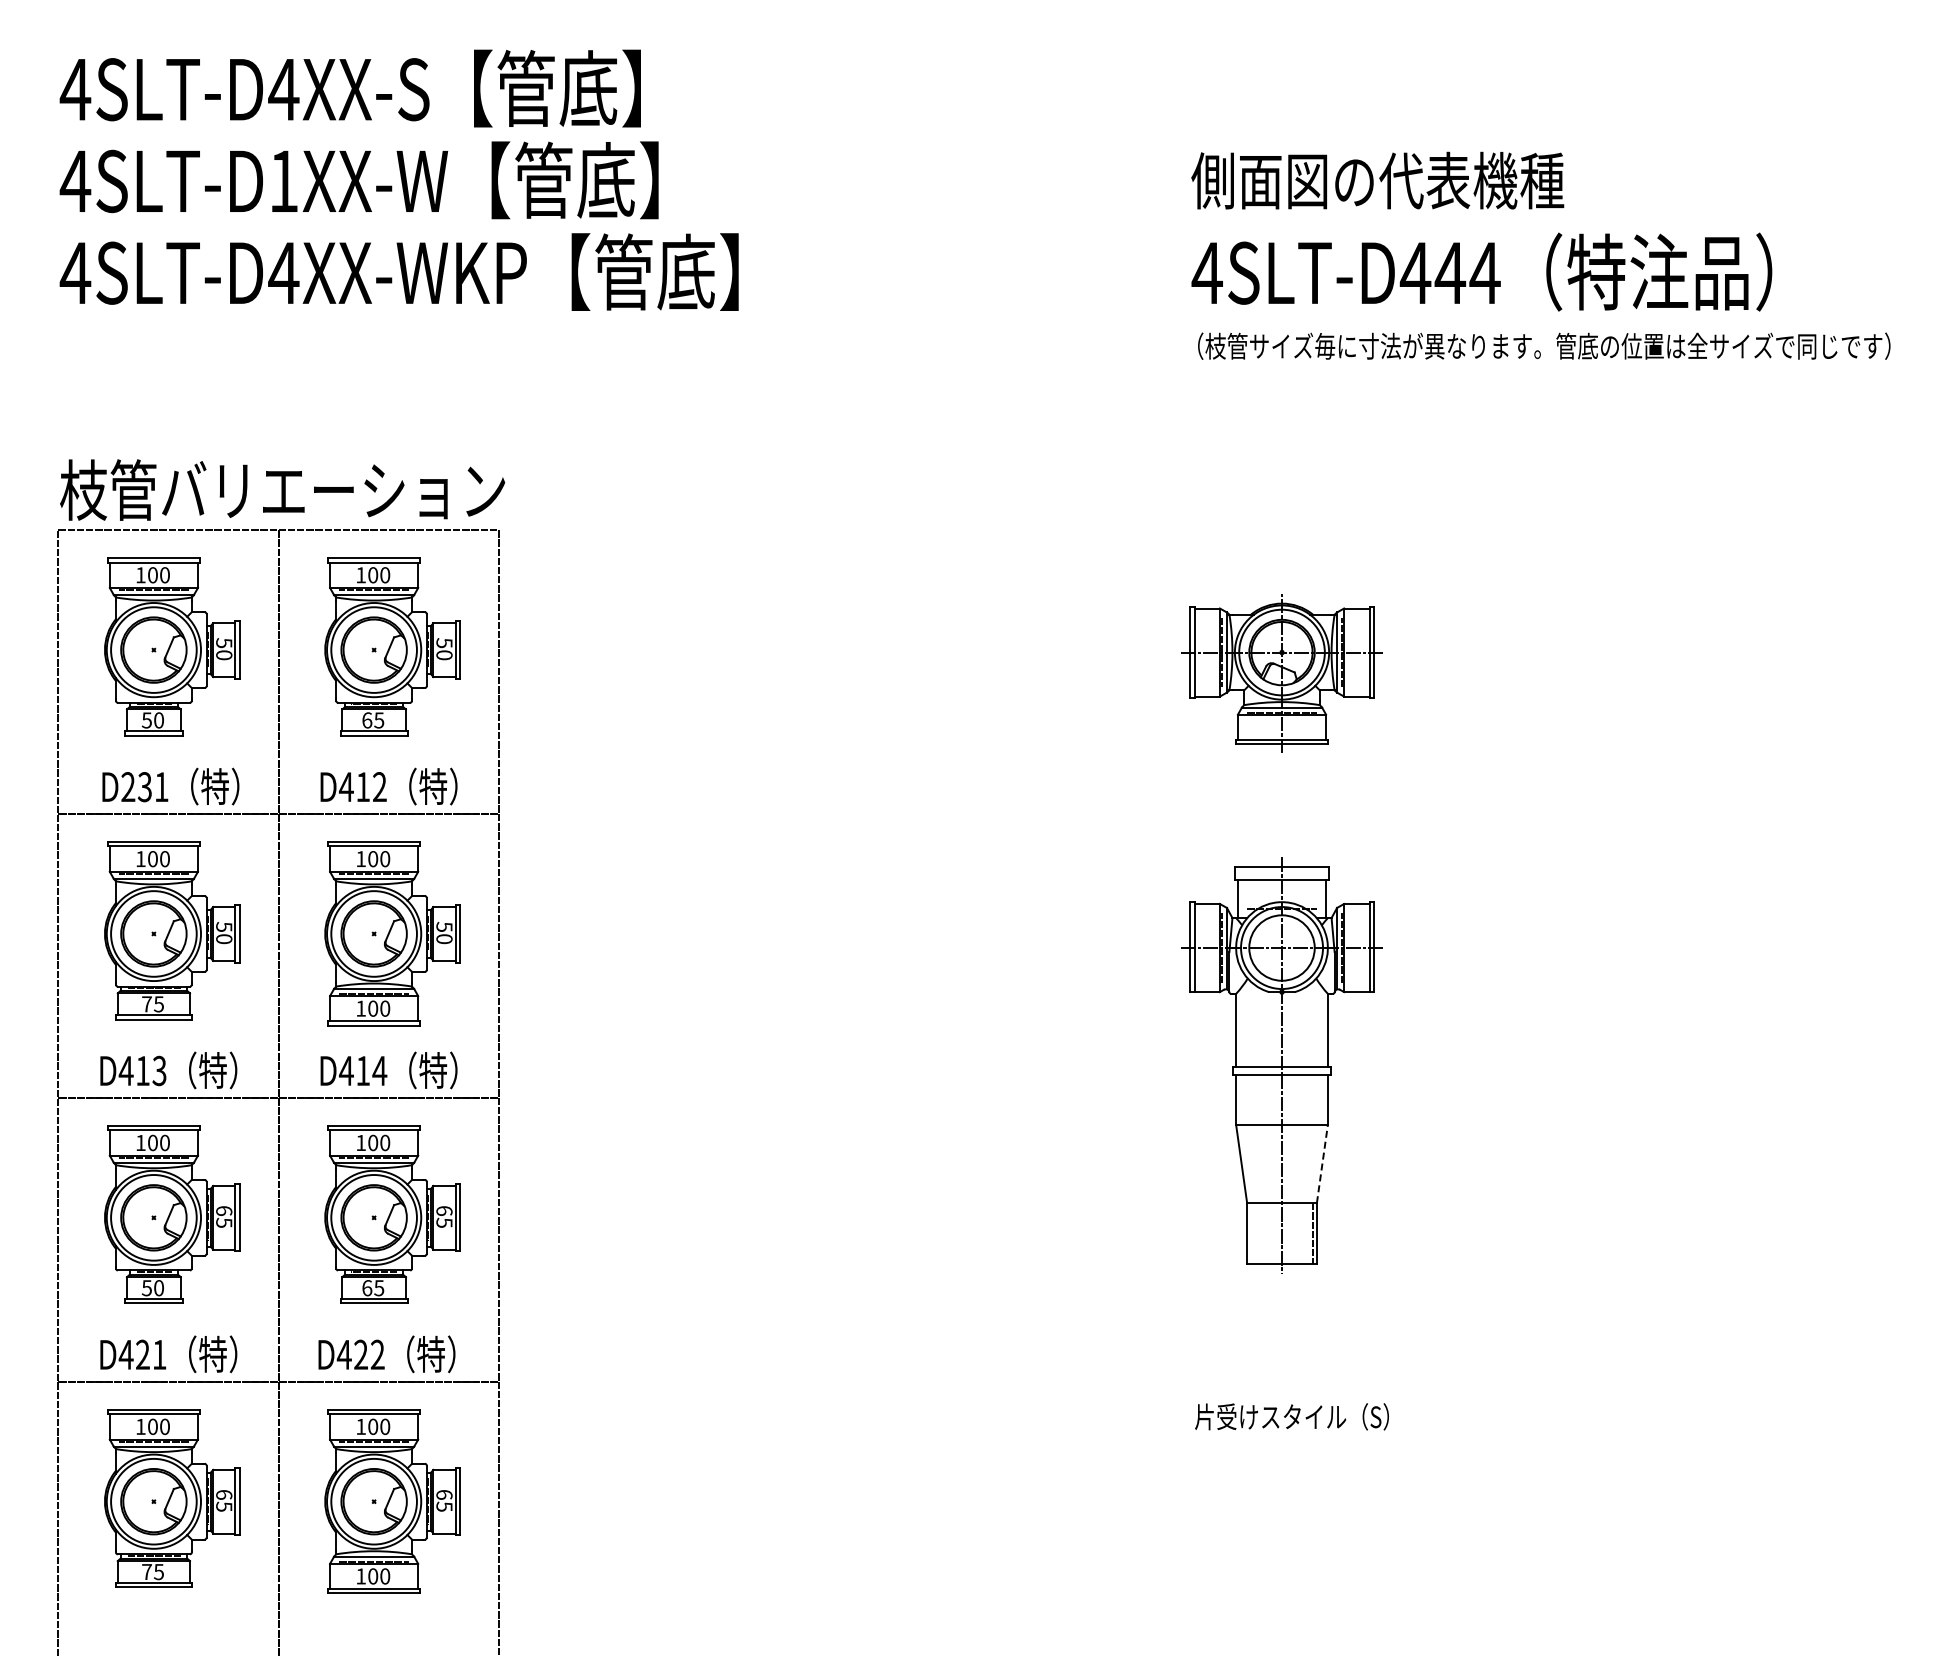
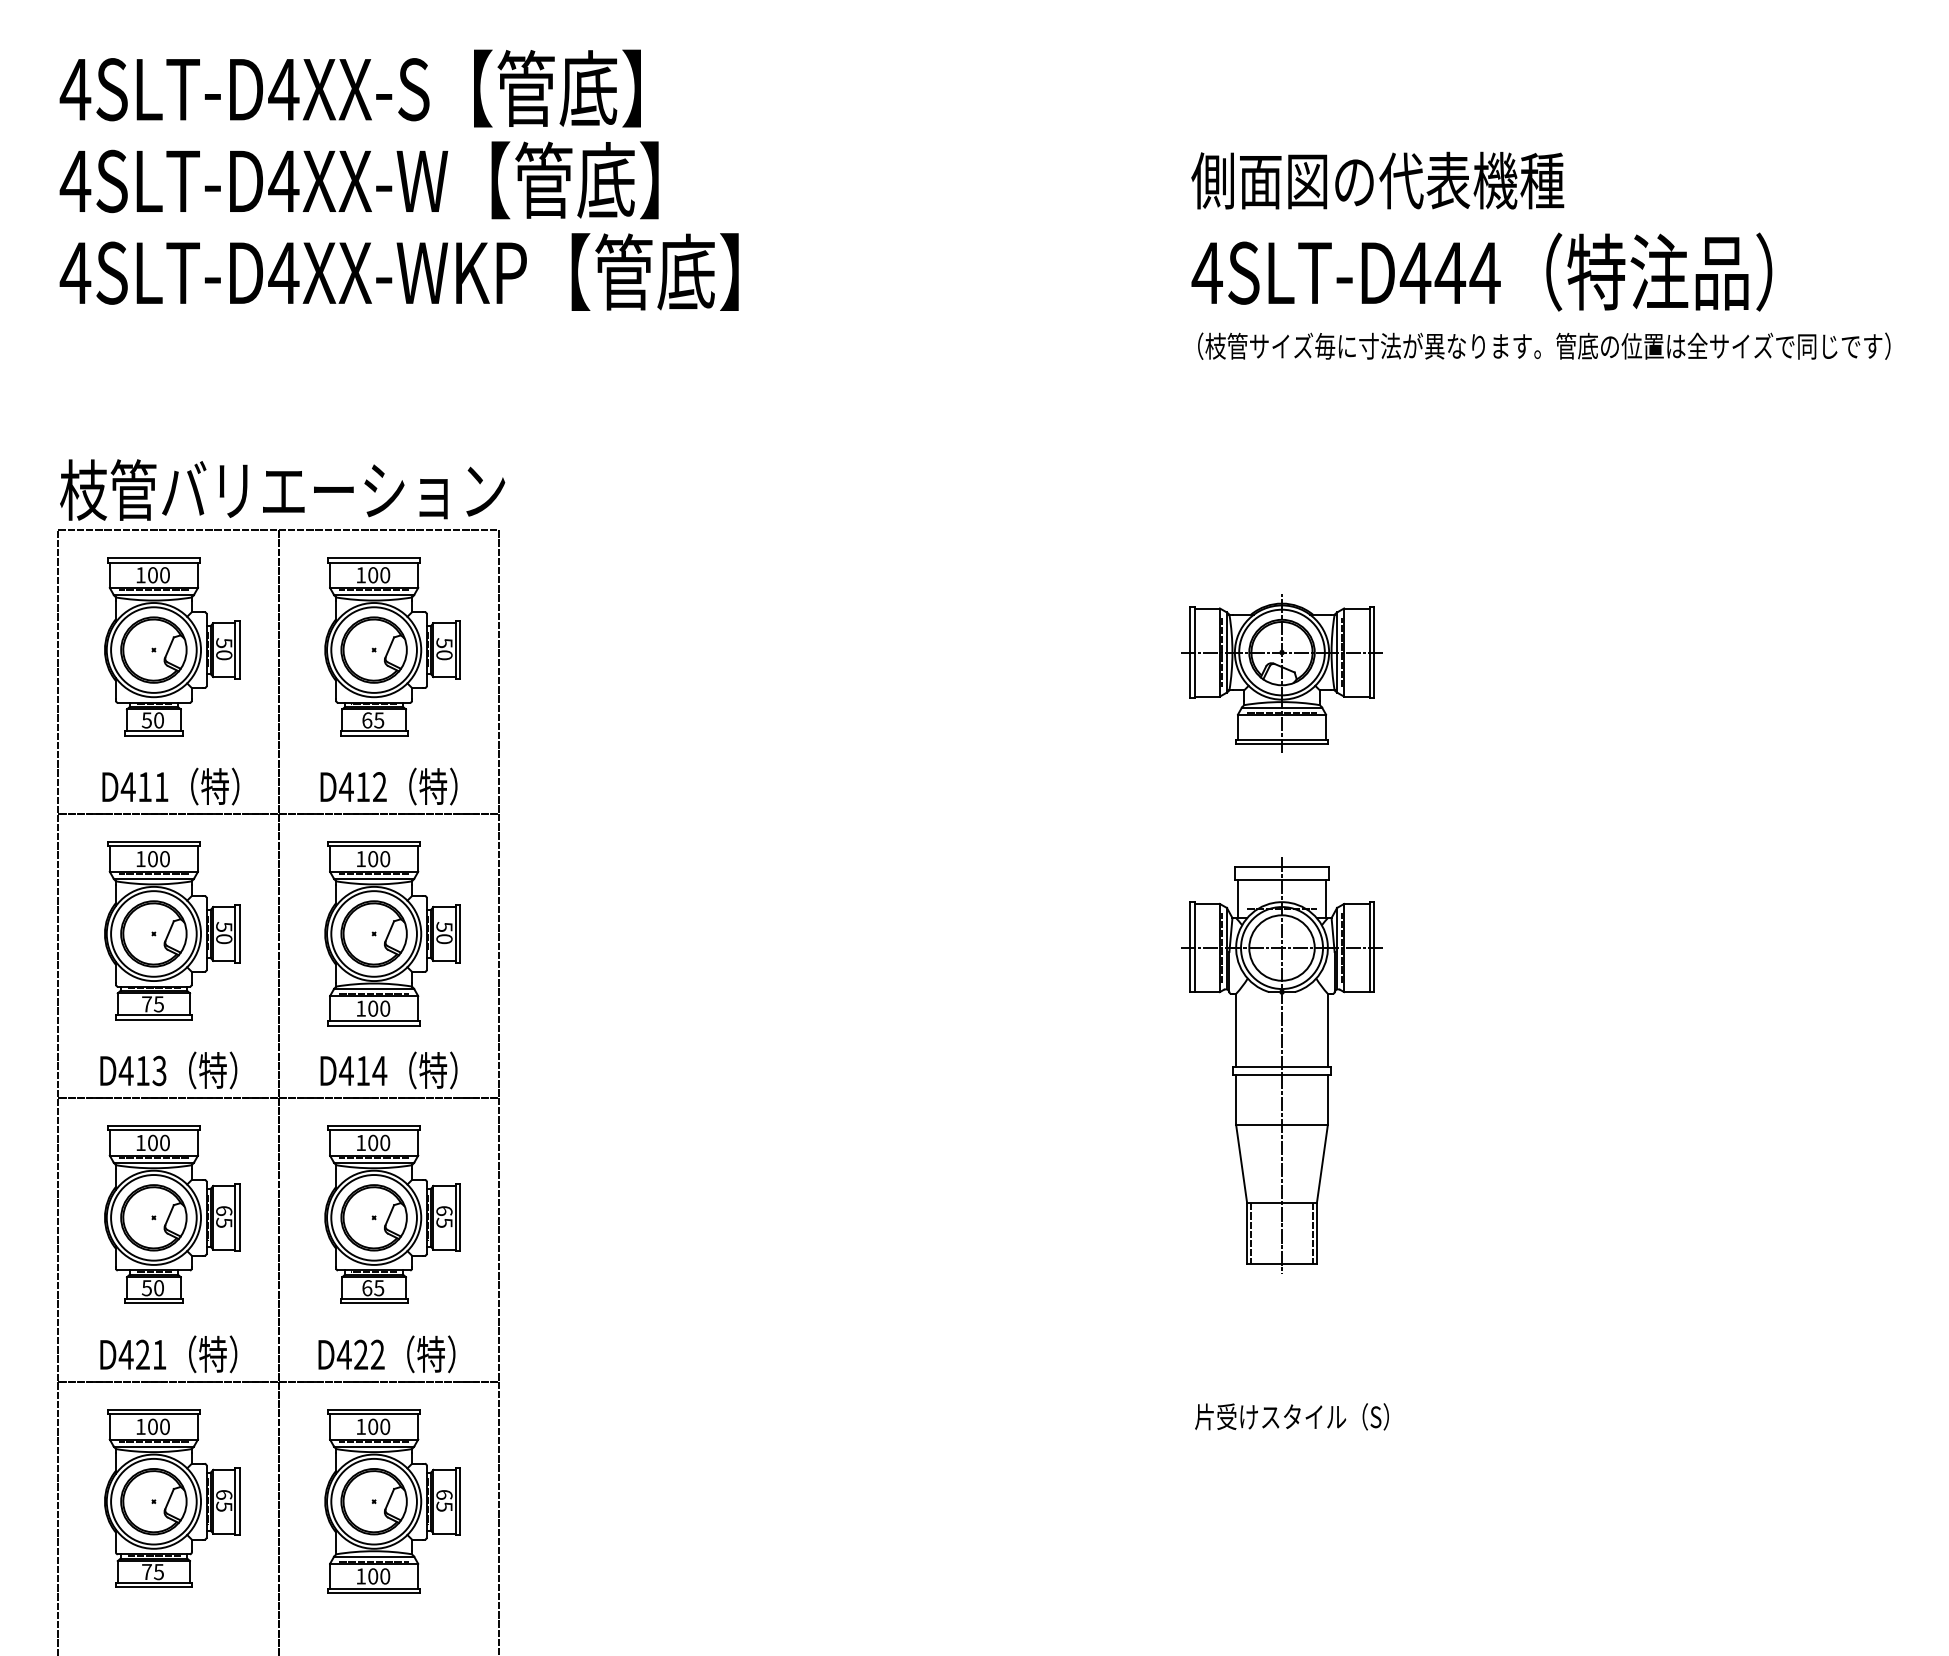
text at (283, 180): 4SLT-D1XX-W -> 4SLT-D4XX-W
text at (135, 787): D231 -> D411
line at (1322, 1164): dashed -> solid
line at (1251, 1233): none -> present
